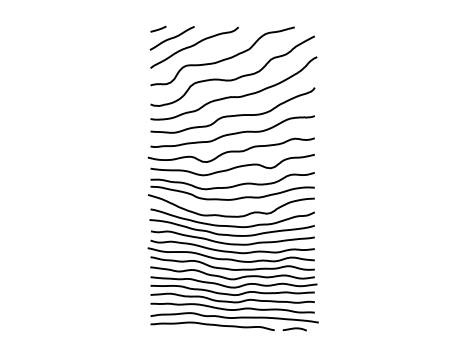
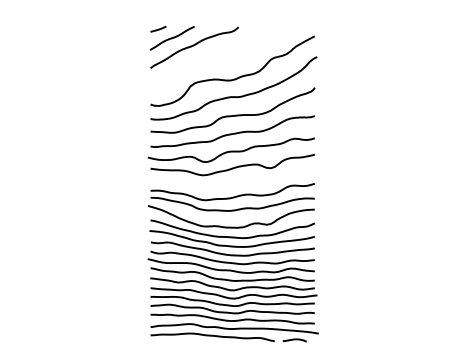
curve at (224, 58): present -> none
part at (232, 251) position: (232, 251) -> (232, 262)
